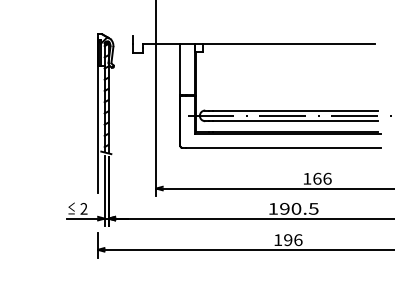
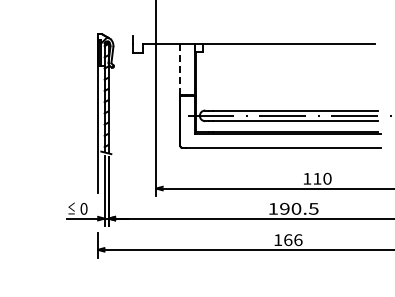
line at (180, 69): solid -> dashed
text at (322, 178): 166 -> 110
text at (83, 208): 2 -> 0
text at (288, 240): 196 -> 166
